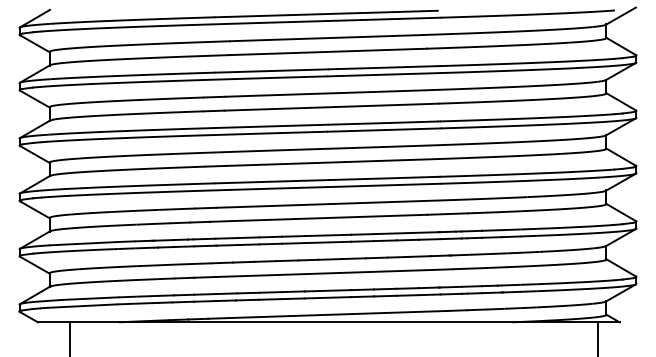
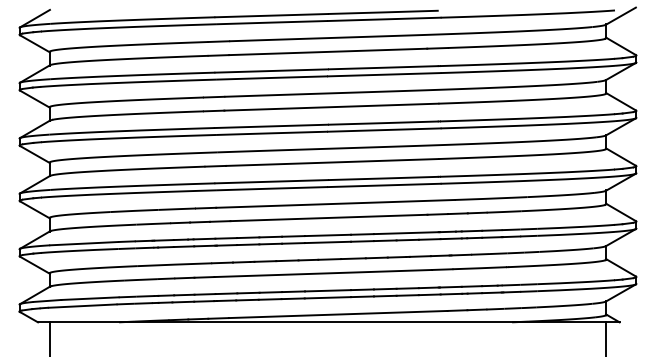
line at (70, 337) position: (70, 337) -> (50, 337)
line at (597, 337) position: (597, 337) -> (605, 337)
